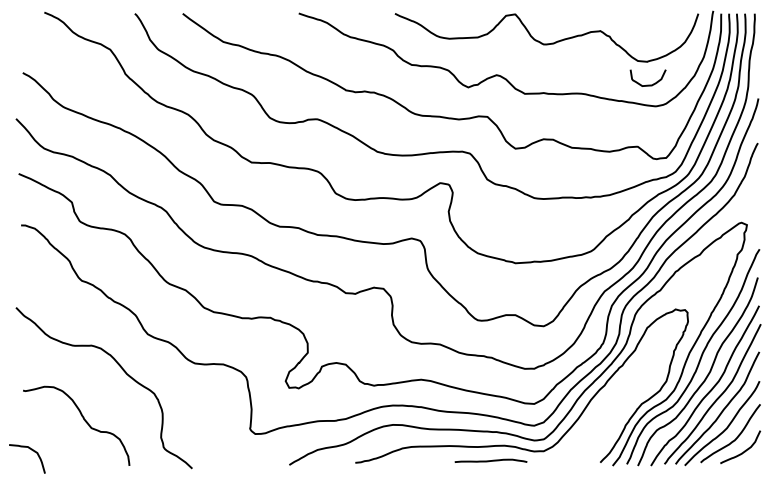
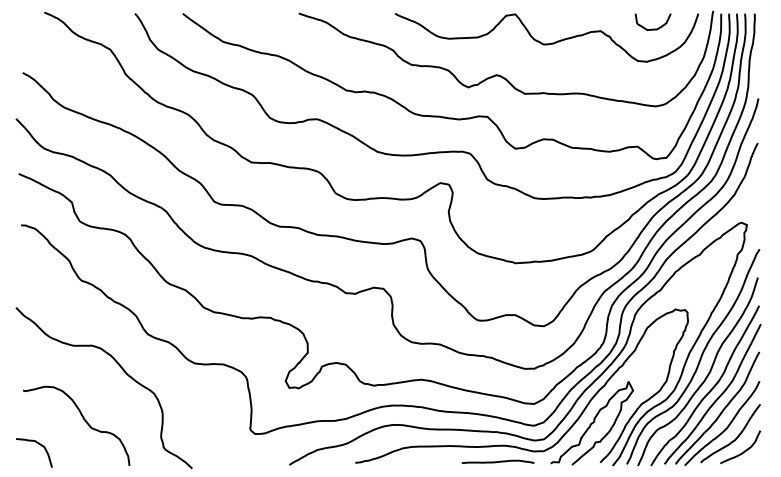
curve at (647, 84) position: (647, 84) -> (652, 28)
curve at (592, 423): none -> present
curve at (31, 450) position: (31, 450) -> (38, 444)
curve at (490, 460) position: (490, 460) -> (497, 461)
